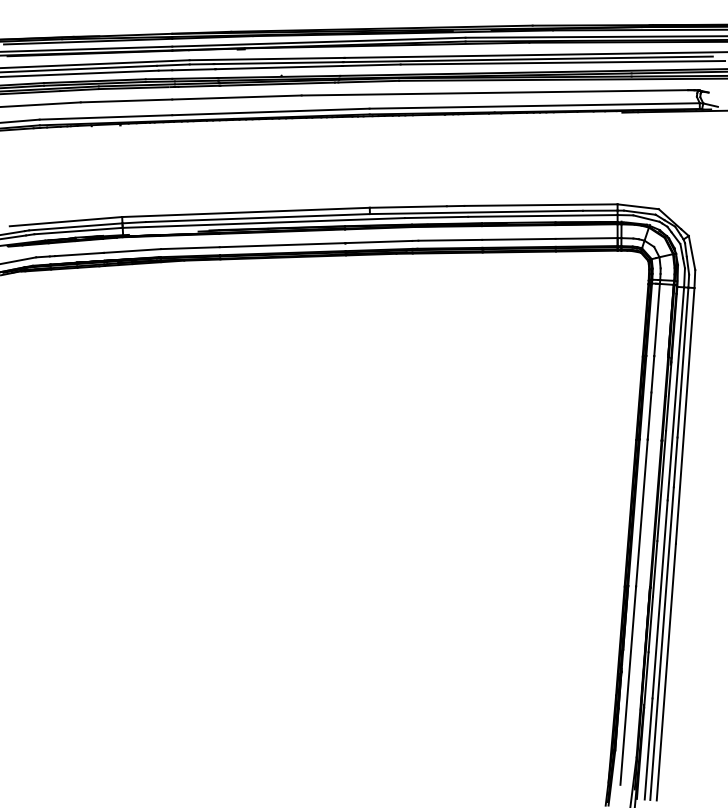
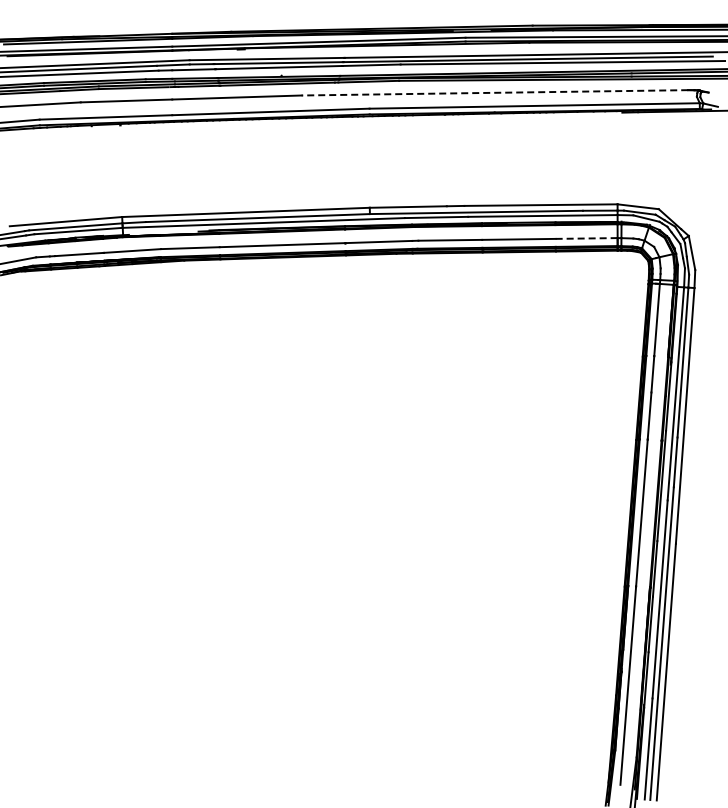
line at (494, 92): solid -> dashed
line at (586, 238): solid -> dashed
